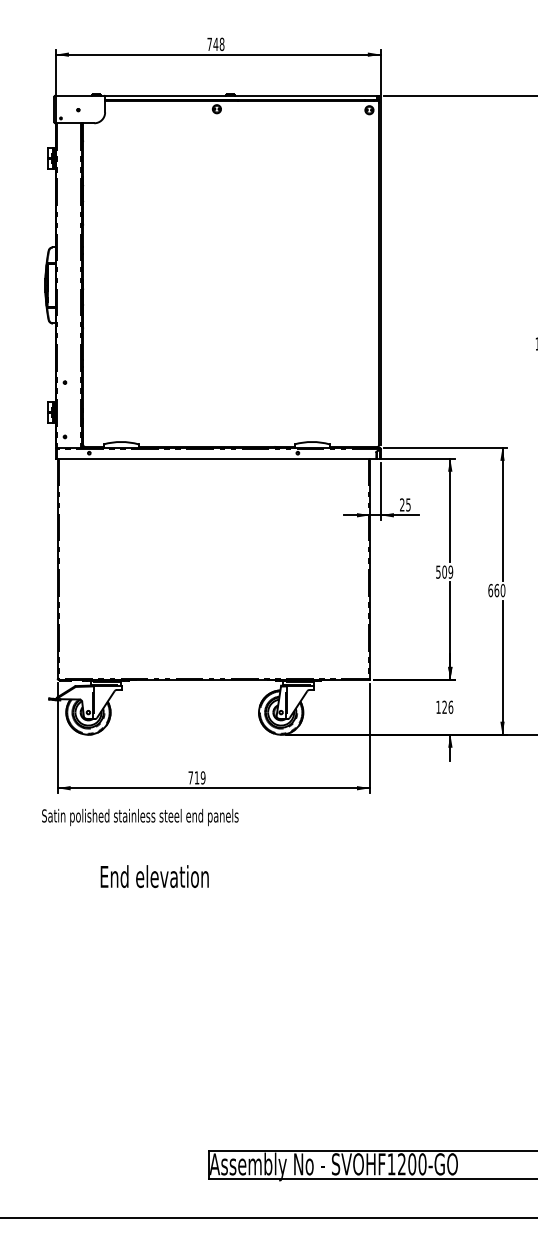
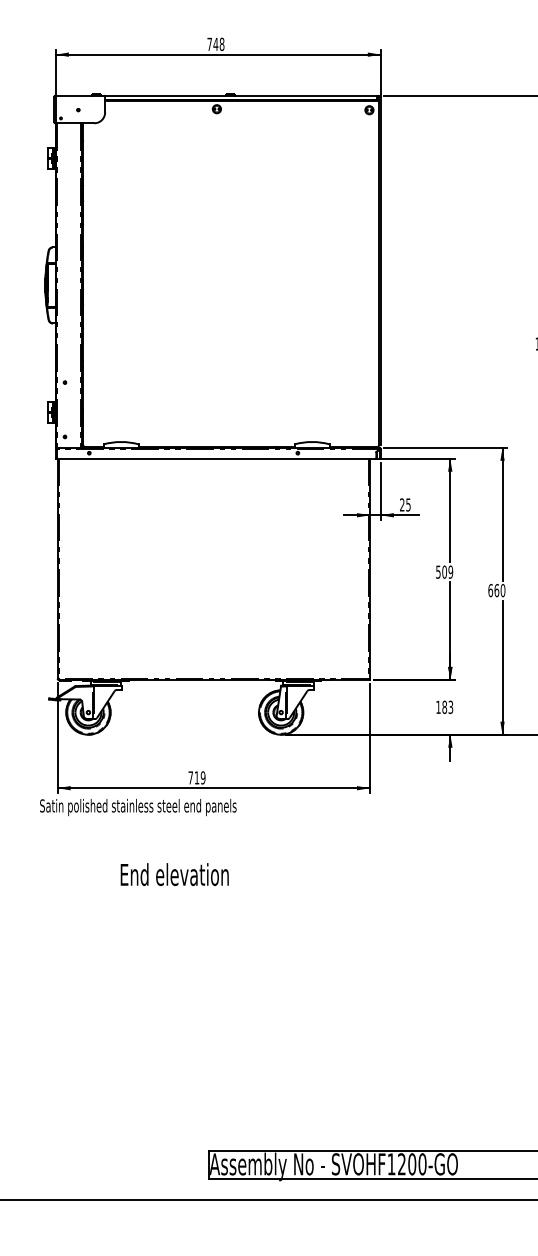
text at (447, 706): 126 -> 183
text at (140, 817) position: (140, 817) -> (138, 807)
text at (154, 876) position: (154, 876) -> (174, 874)
line at (268, 1218) position: (268, 1218) -> (268, 1200)
